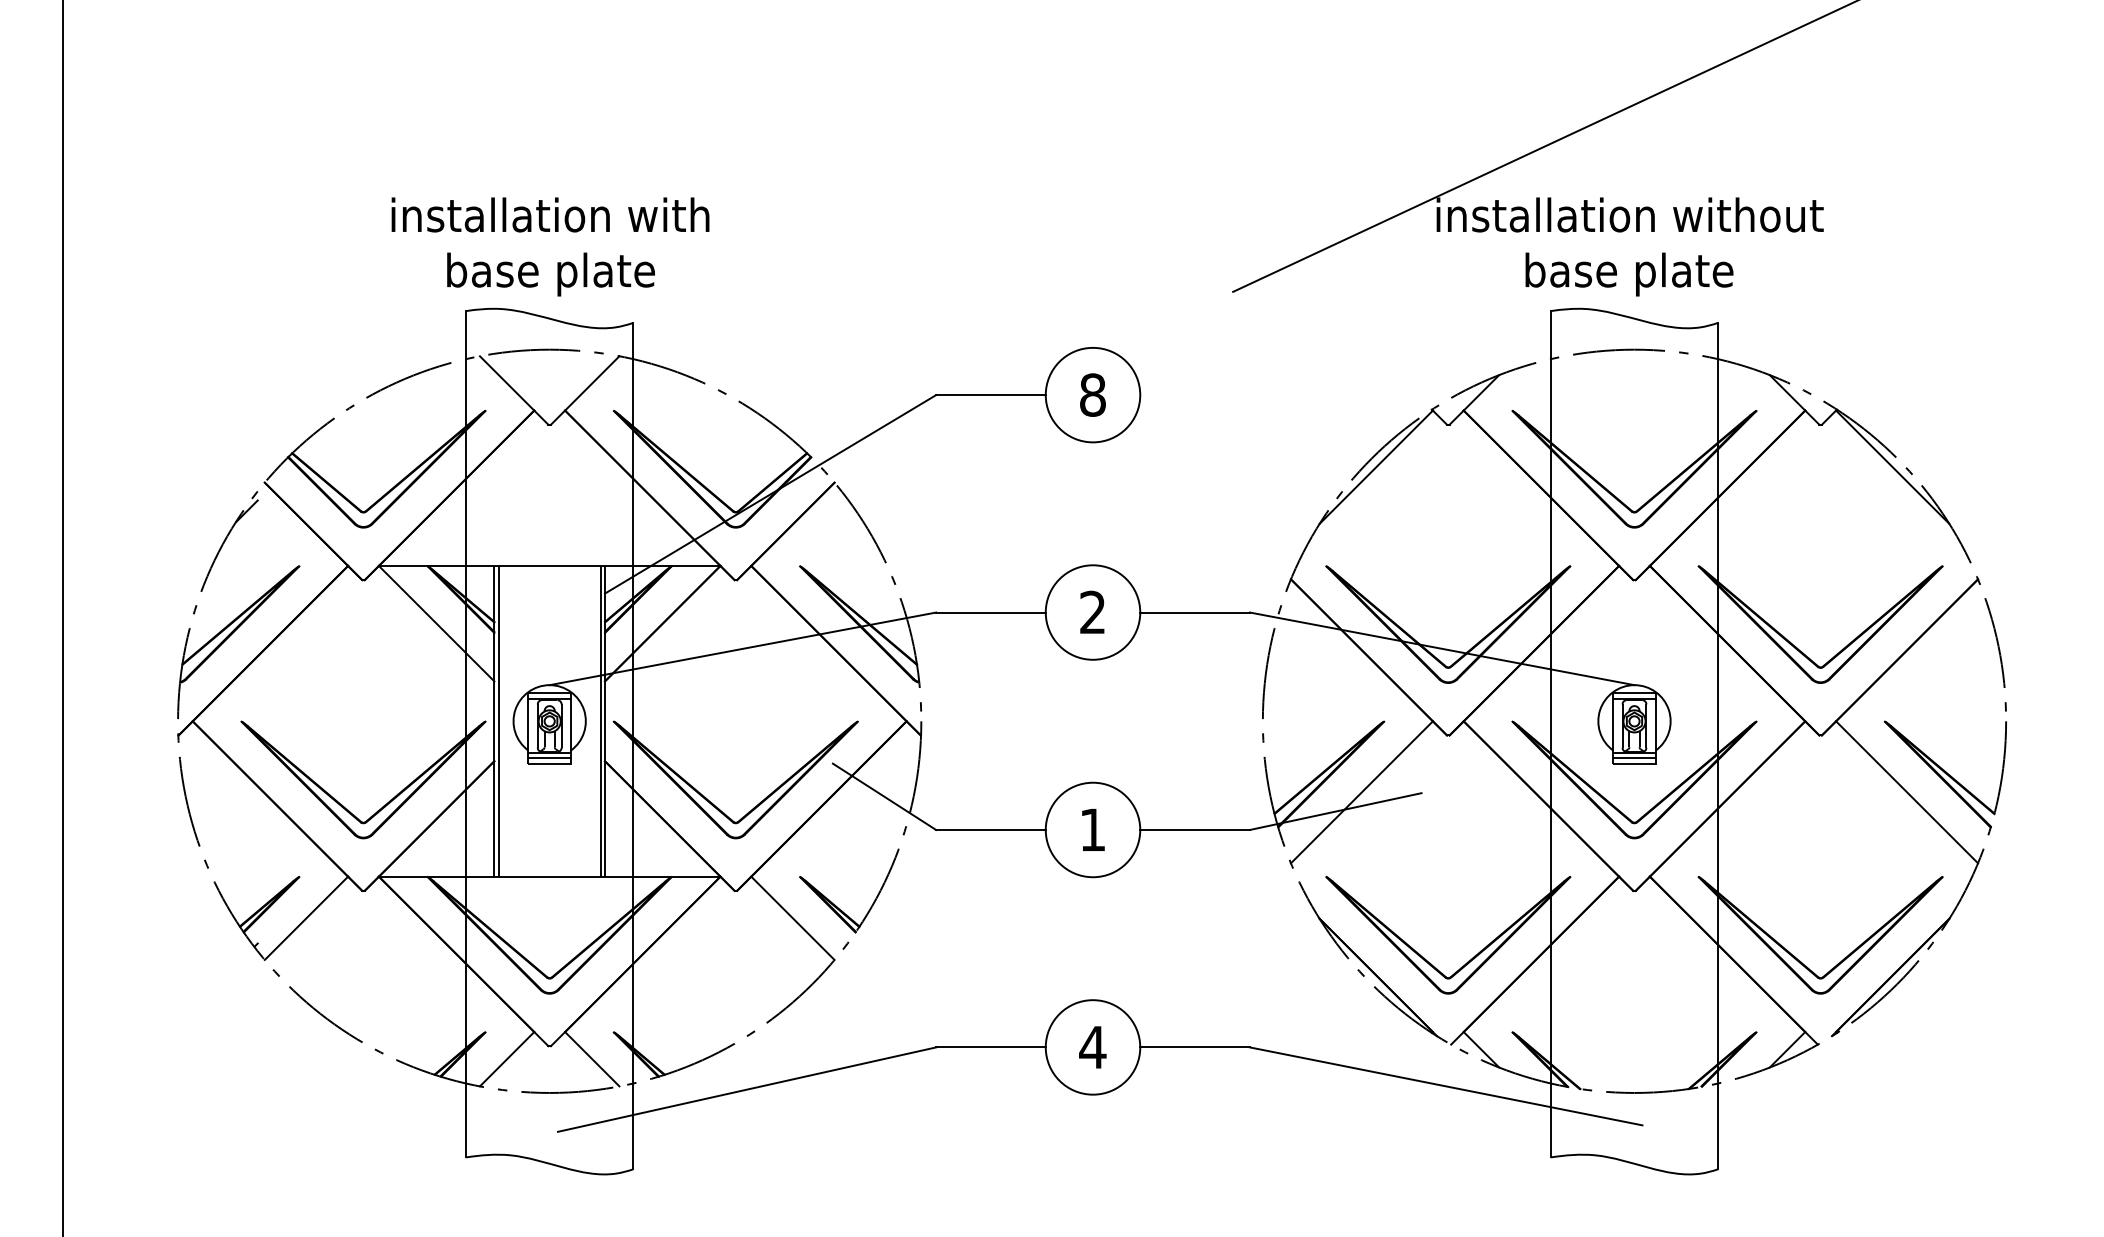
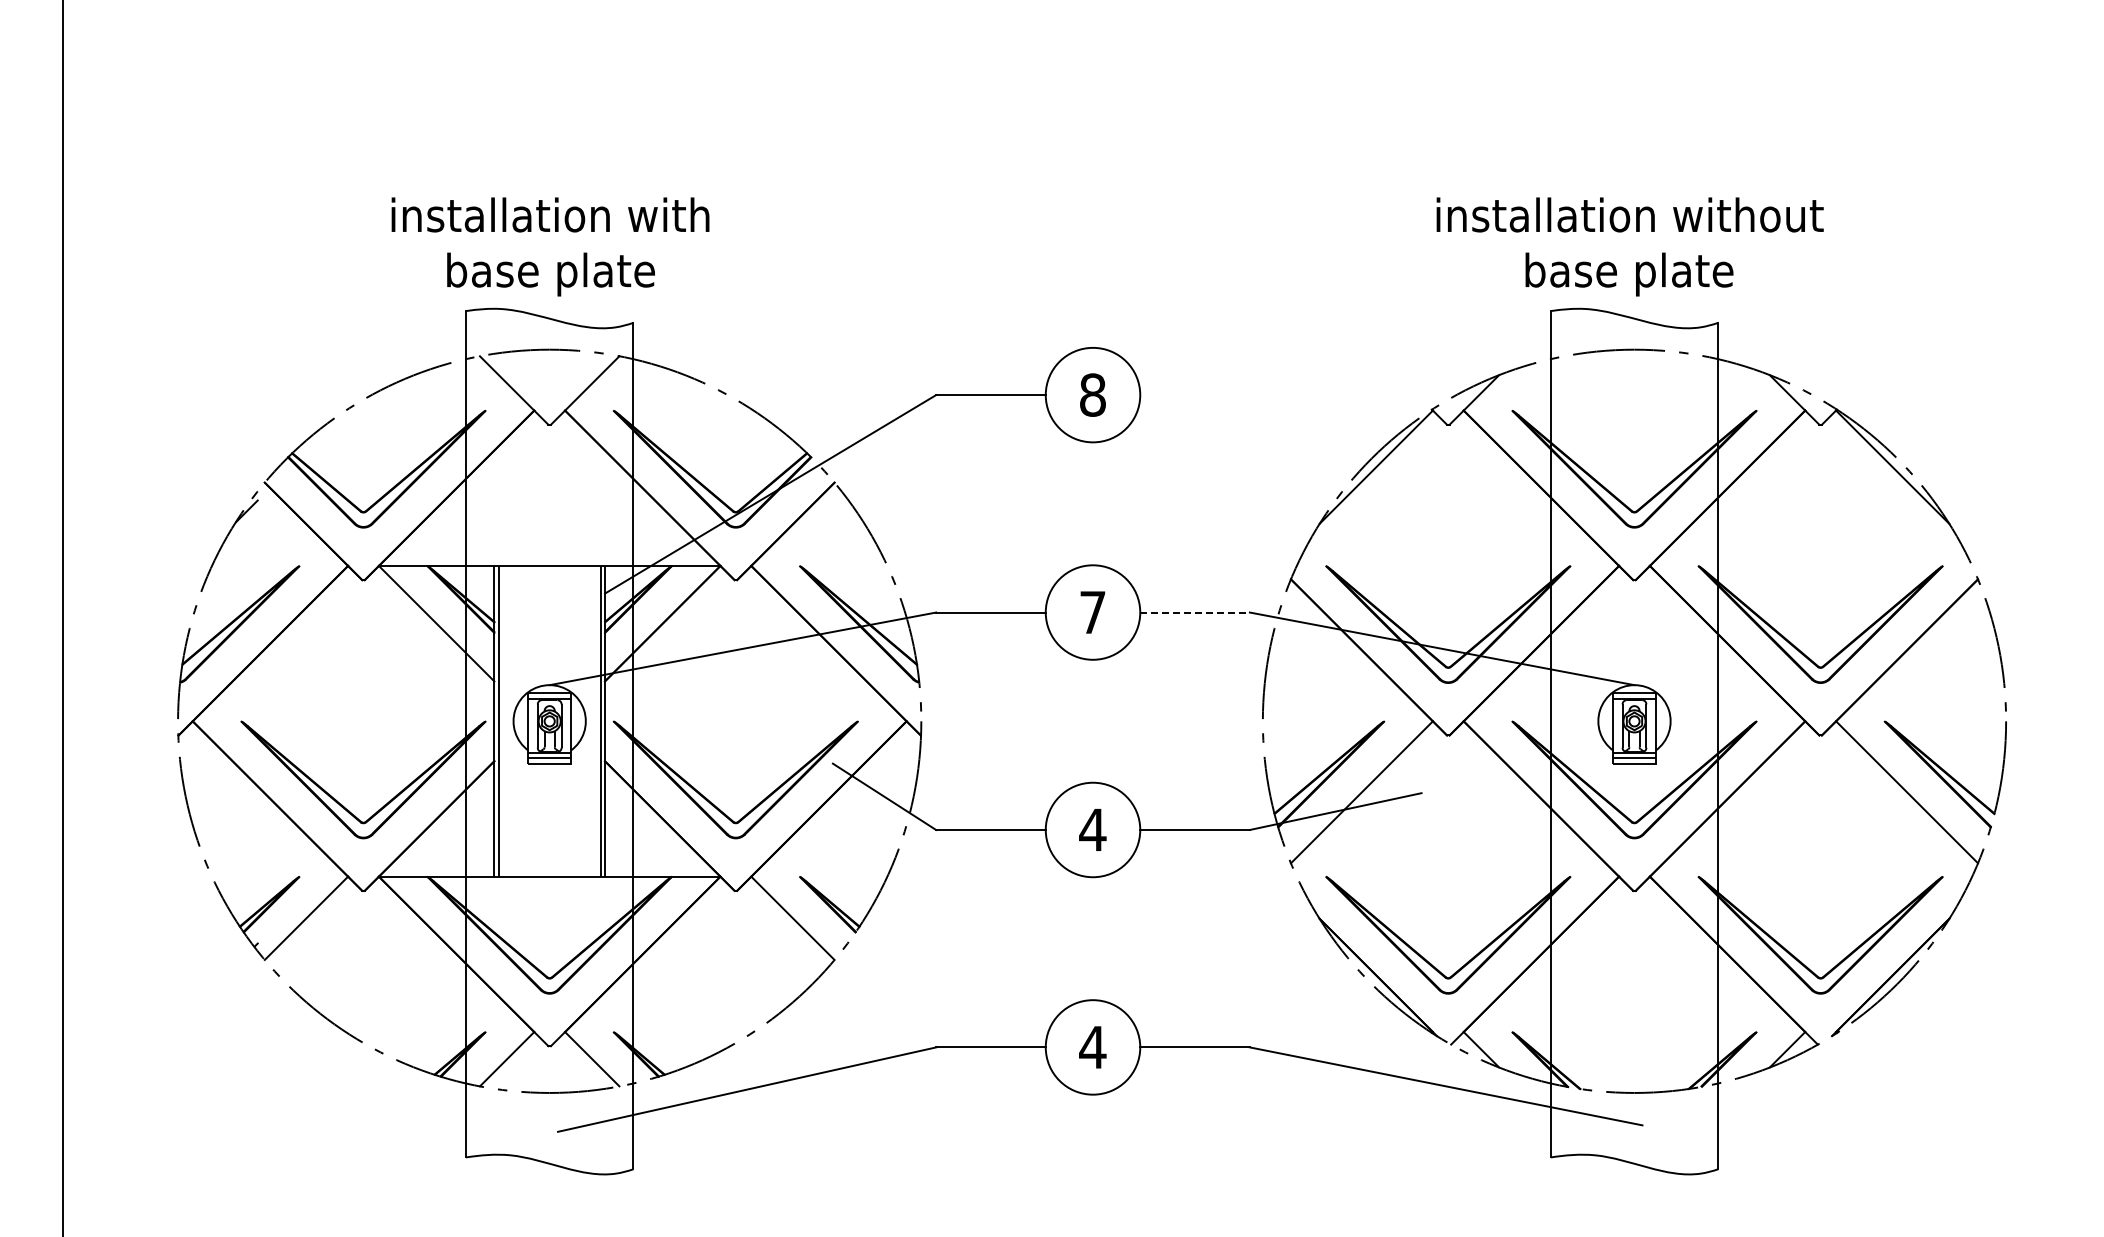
line at (1543, 146): present -> none
text at (1092, 611): 2 -> 7
line at (1195, 612): solid -> dashed
text at (1092, 829): 1 -> 4
